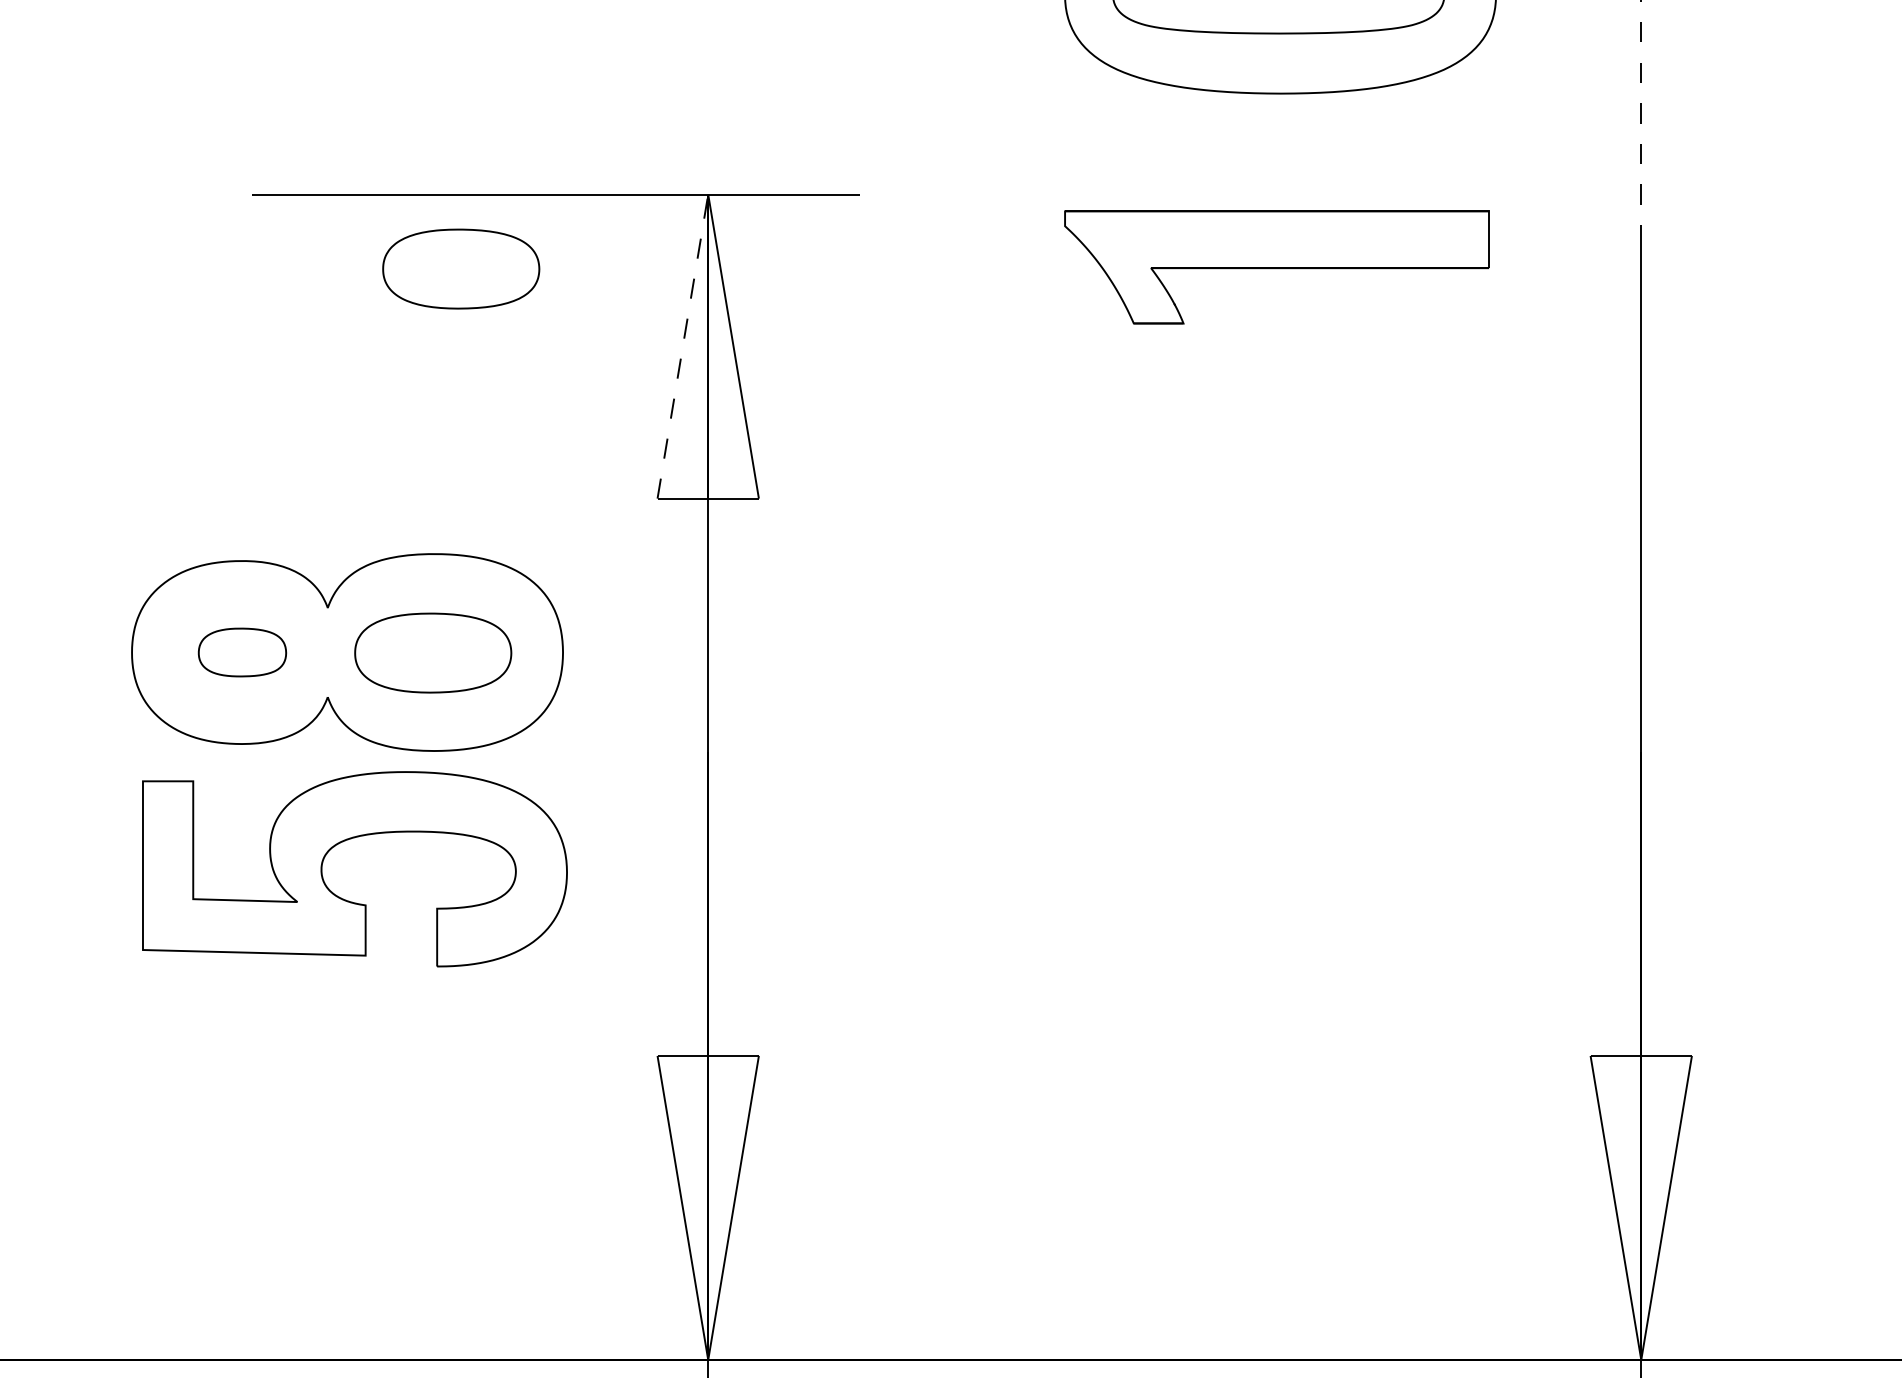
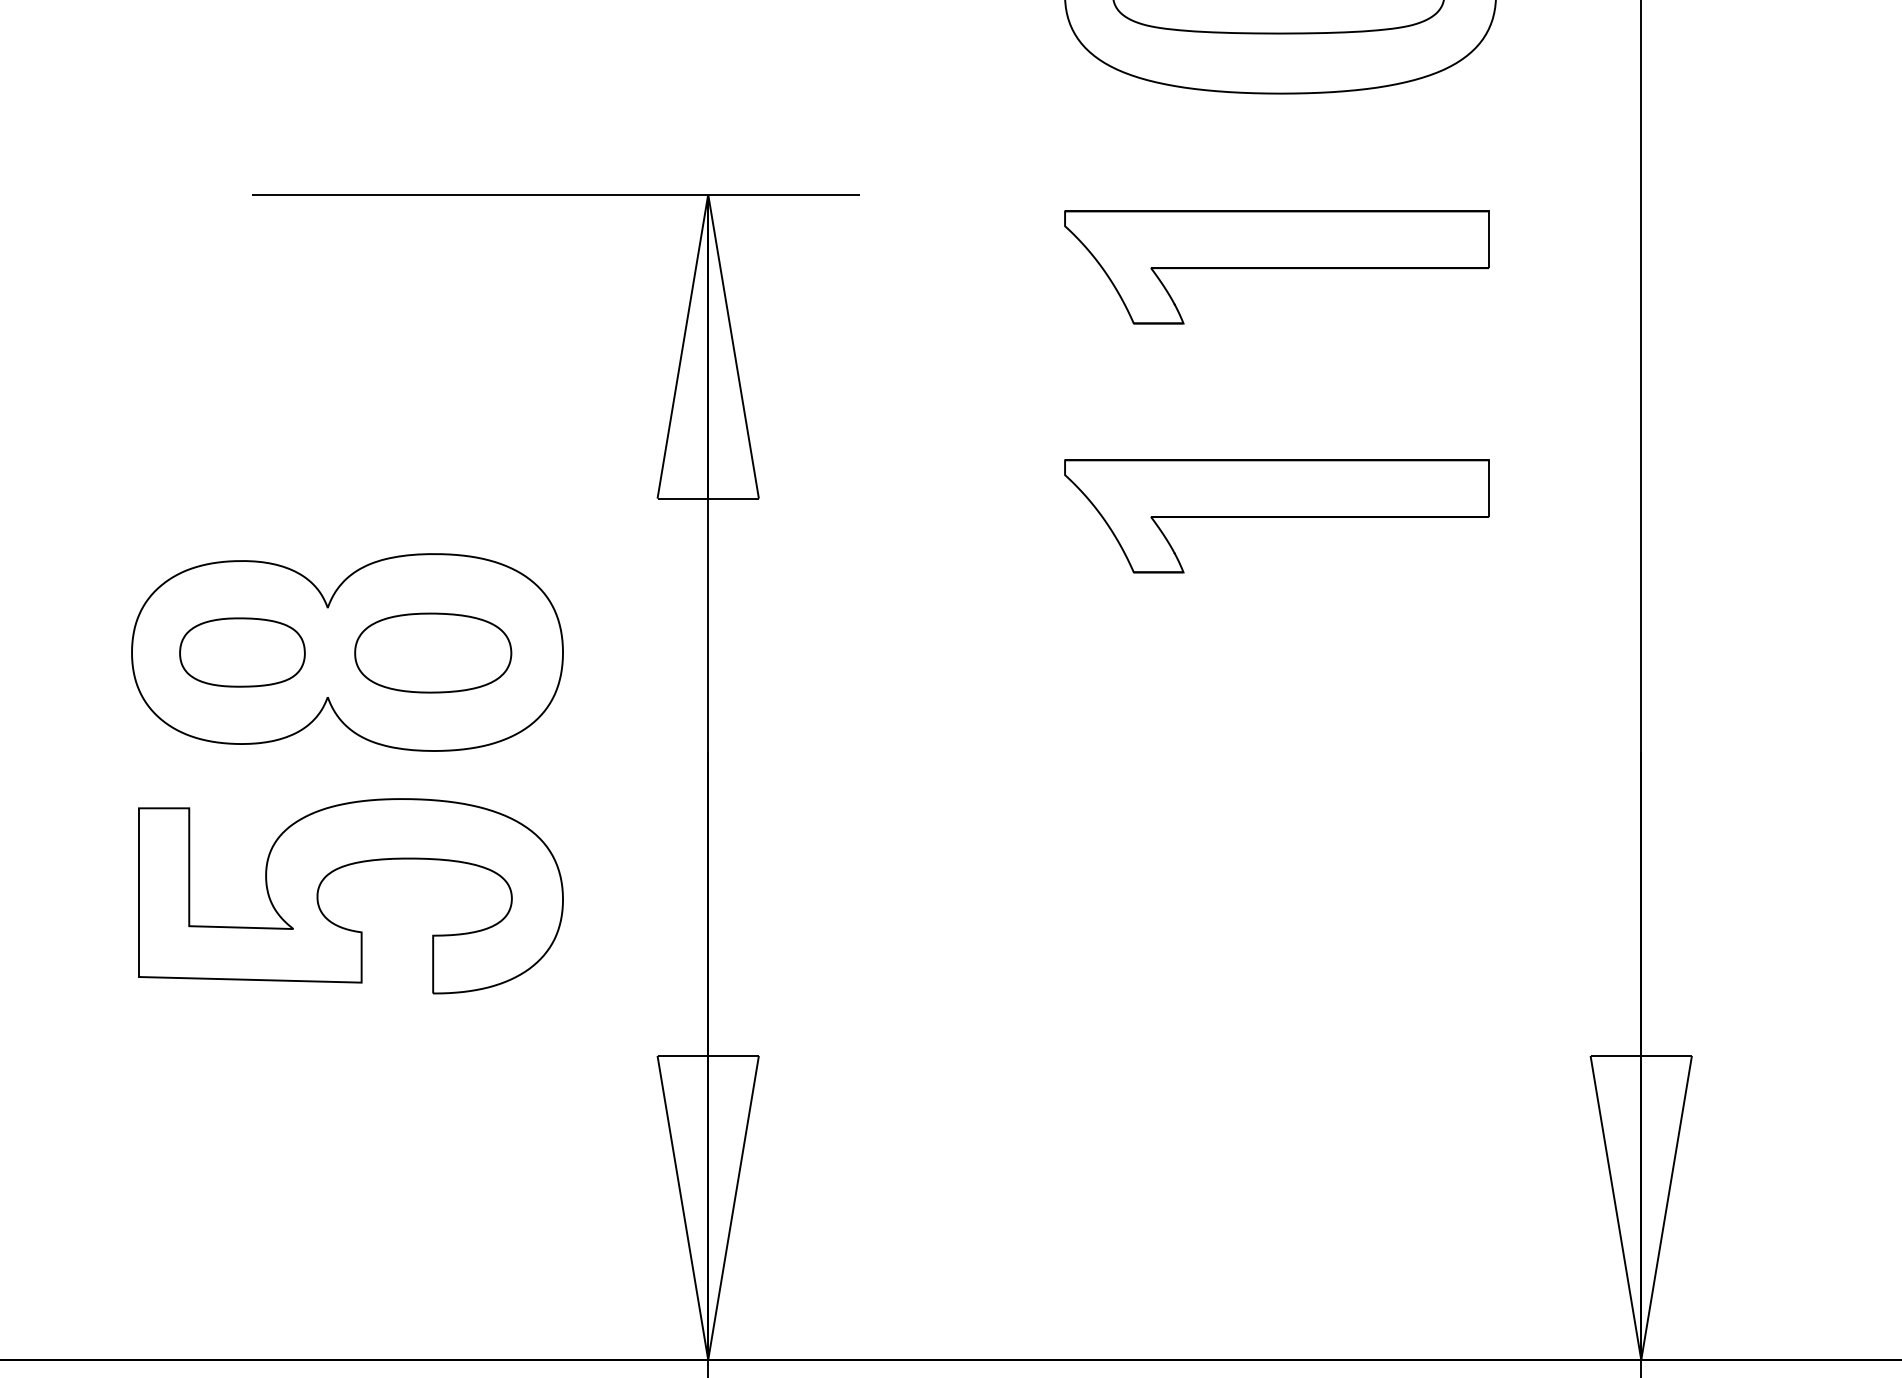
line at (1641, 123): dashed -> solid
part at (461, 268): present -> none
line at (682, 346): dashed -> solid
part at (1276, 516): none -> present
part at (242, 652) size: 91x51 px -> 127x71 px
part at (345, 841) position: (345, 841) -> (341, 868)
